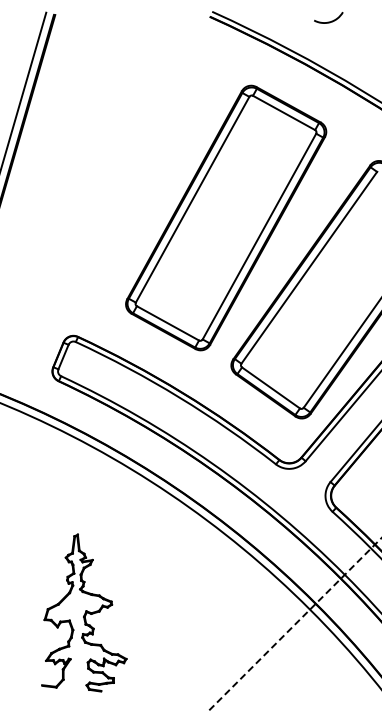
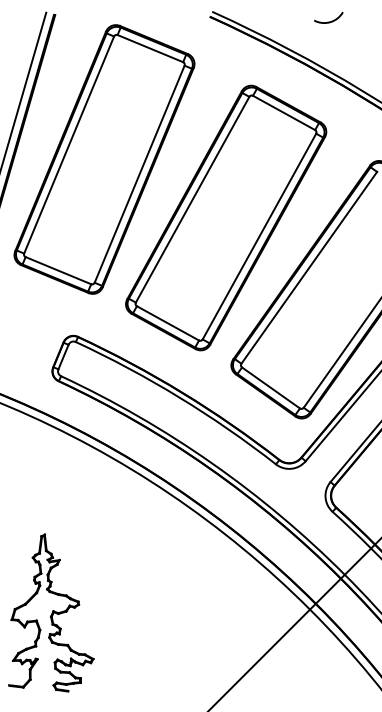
part at (104, 159): none -> present
part at (84, 612) position: (84, 612) -> (51, 612)
line at (294, 624): dashed -> solid
